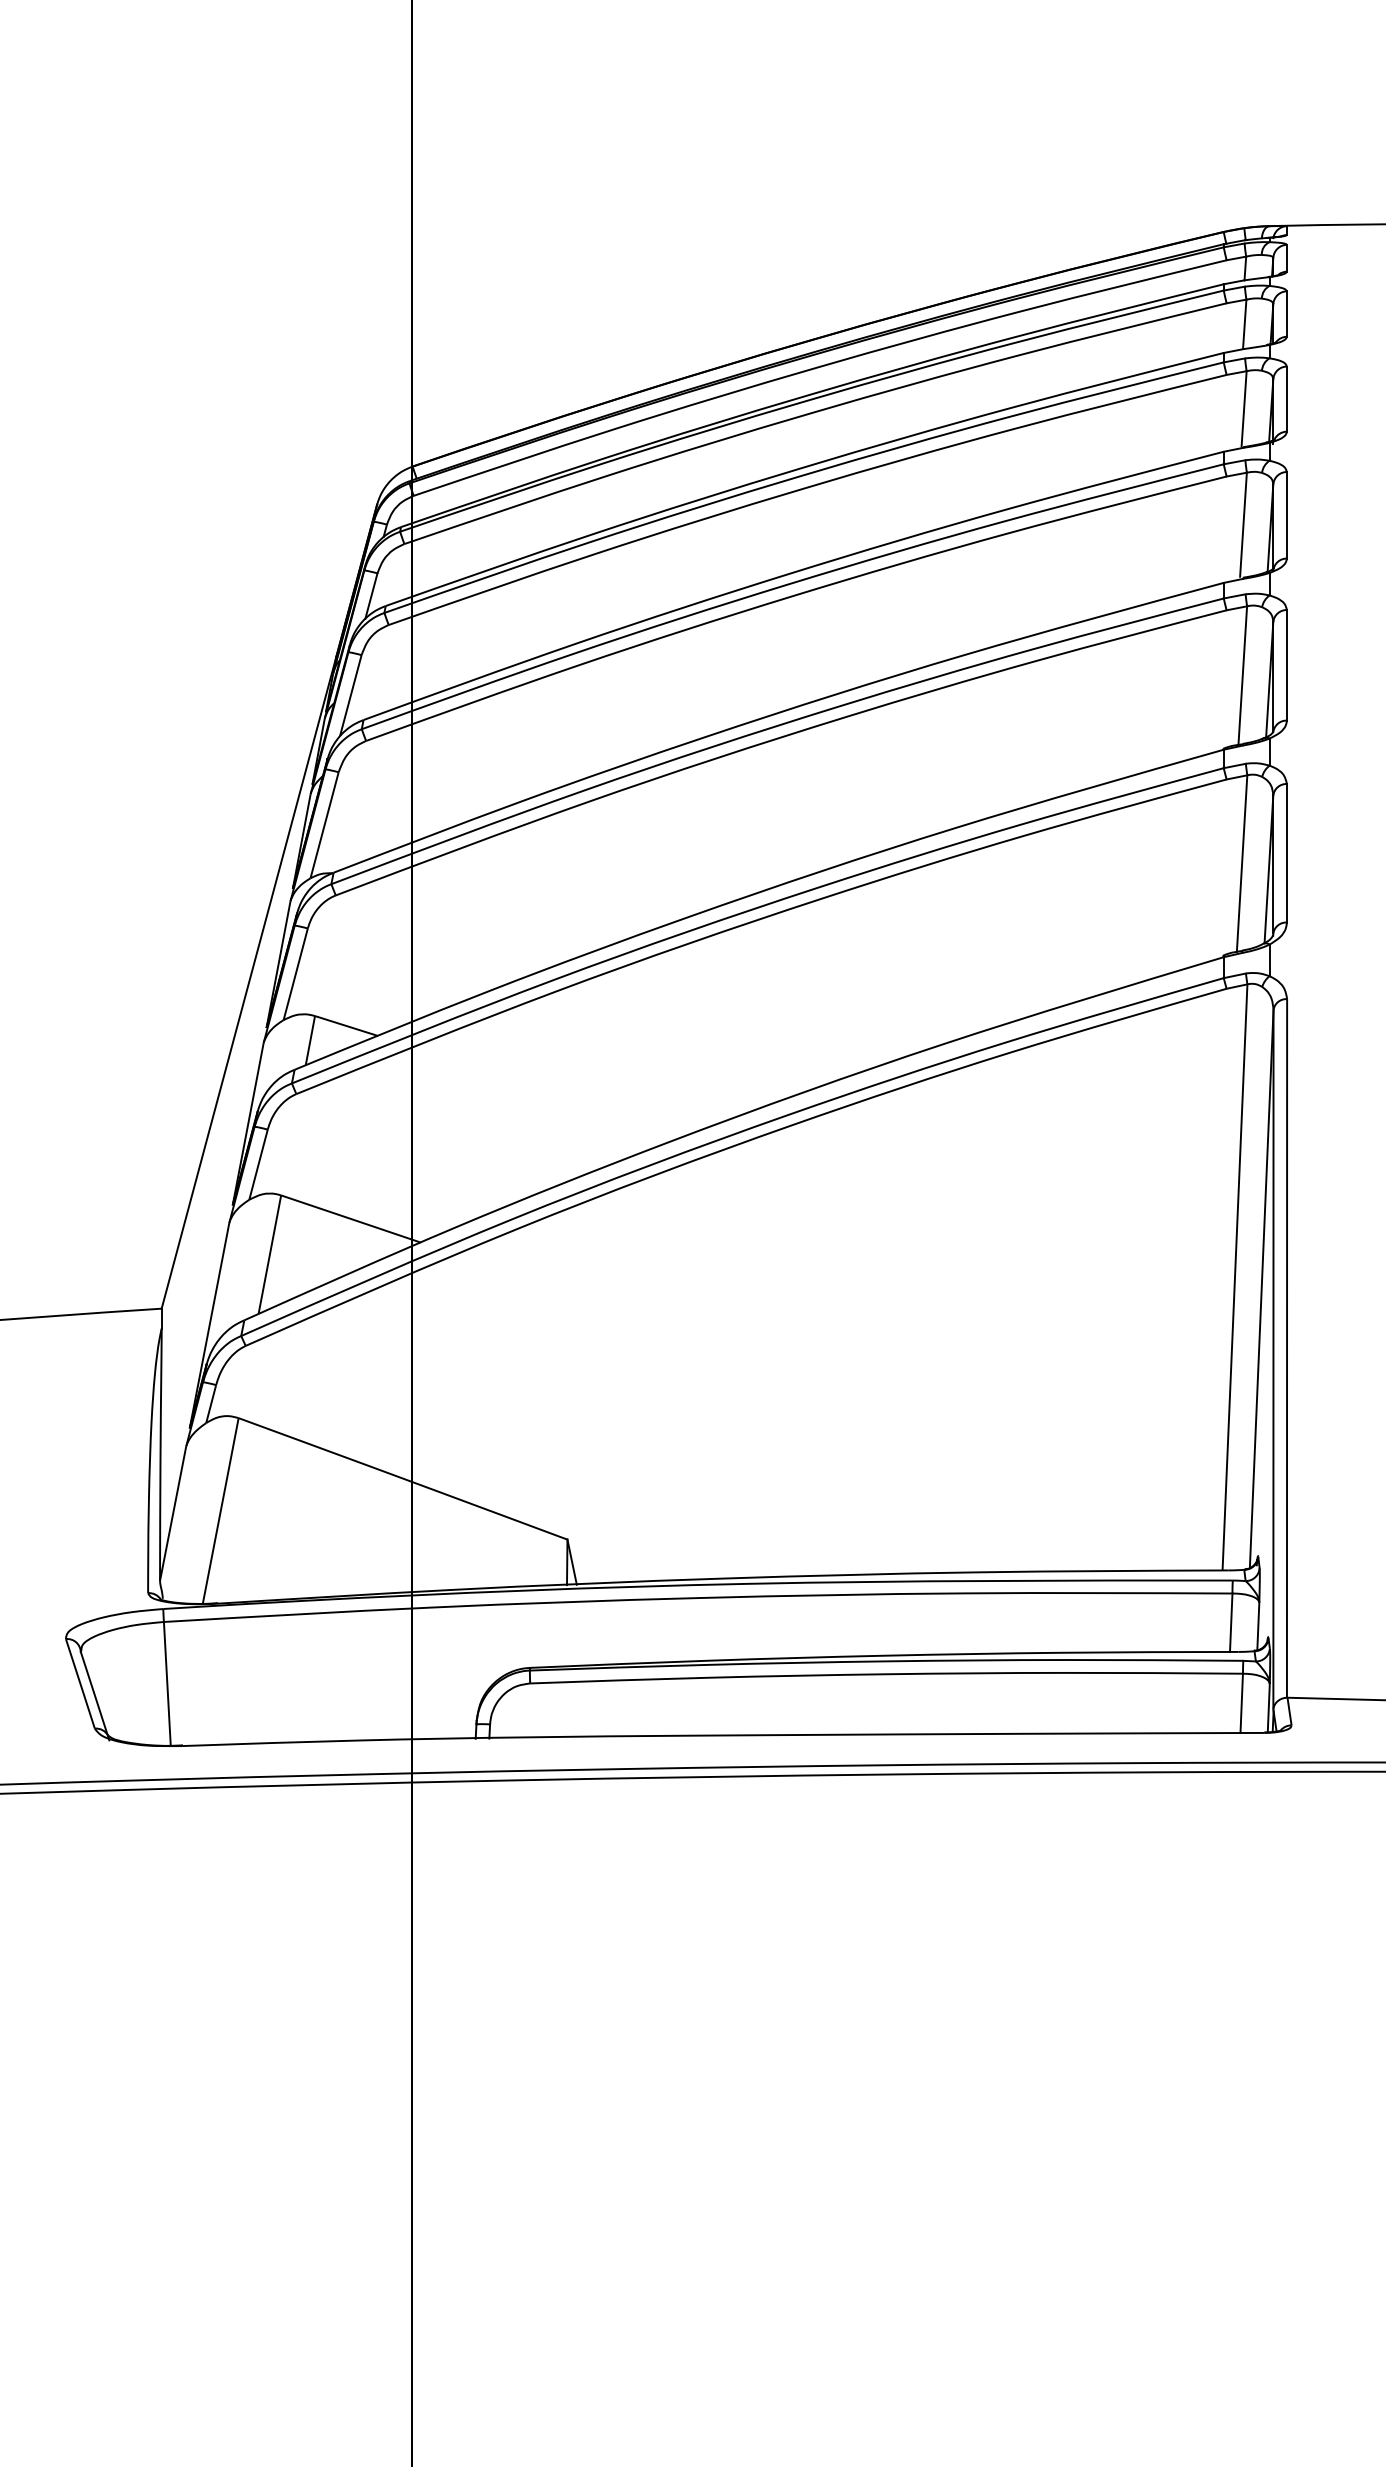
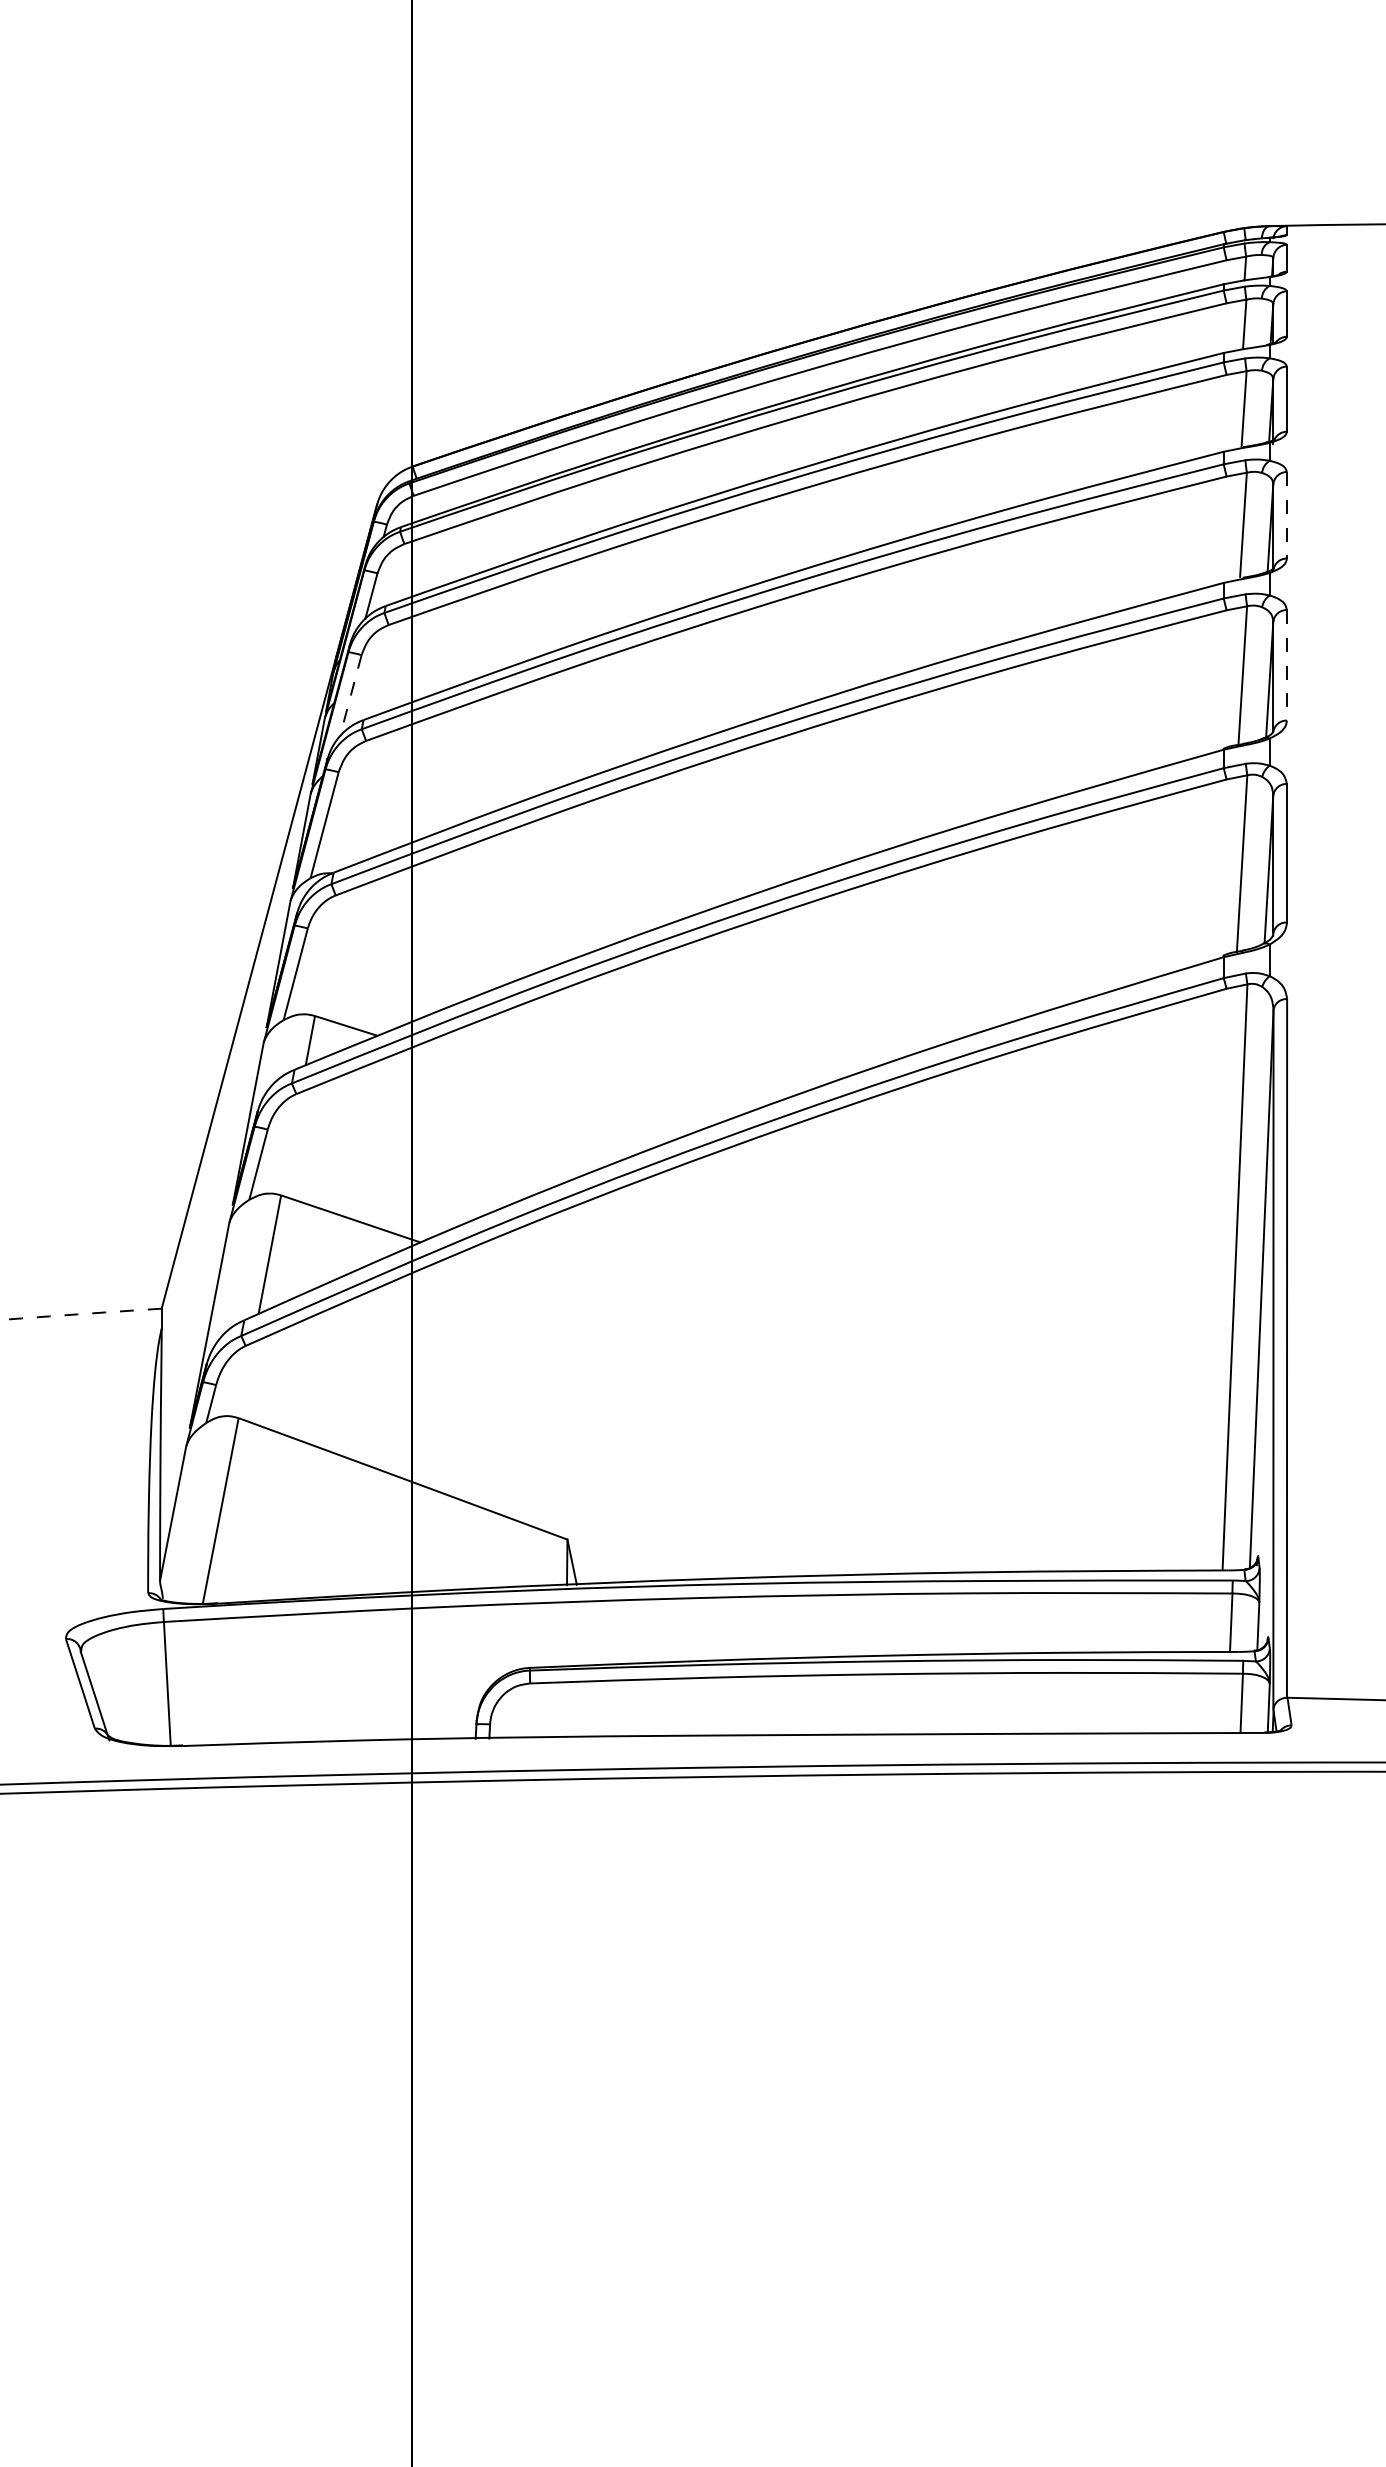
line at (1286, 515): solid -> dashed
line at (1286, 665): solid -> dashed
line at (350, 696): solid -> dashed
arc at (80, 1314): solid -> dashed
